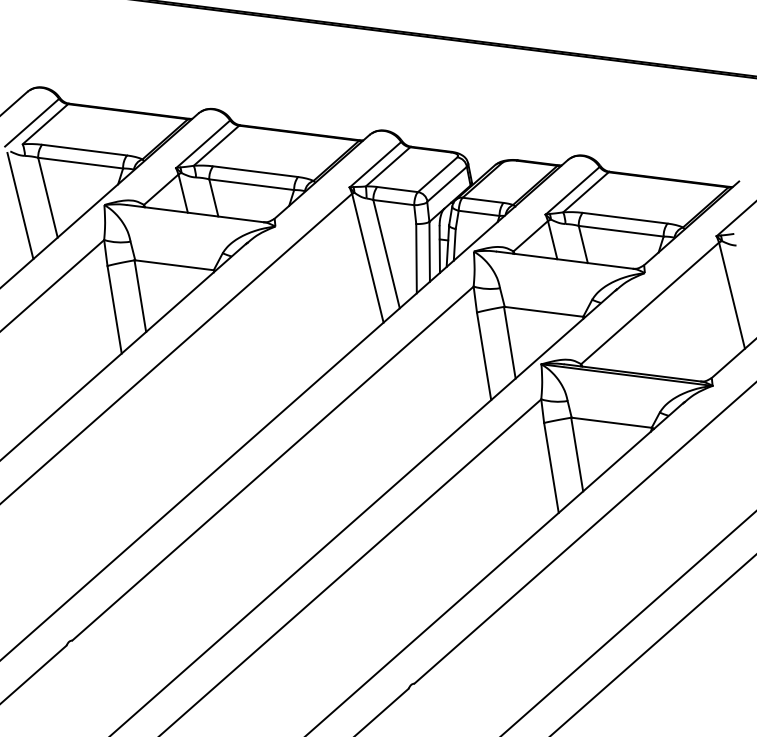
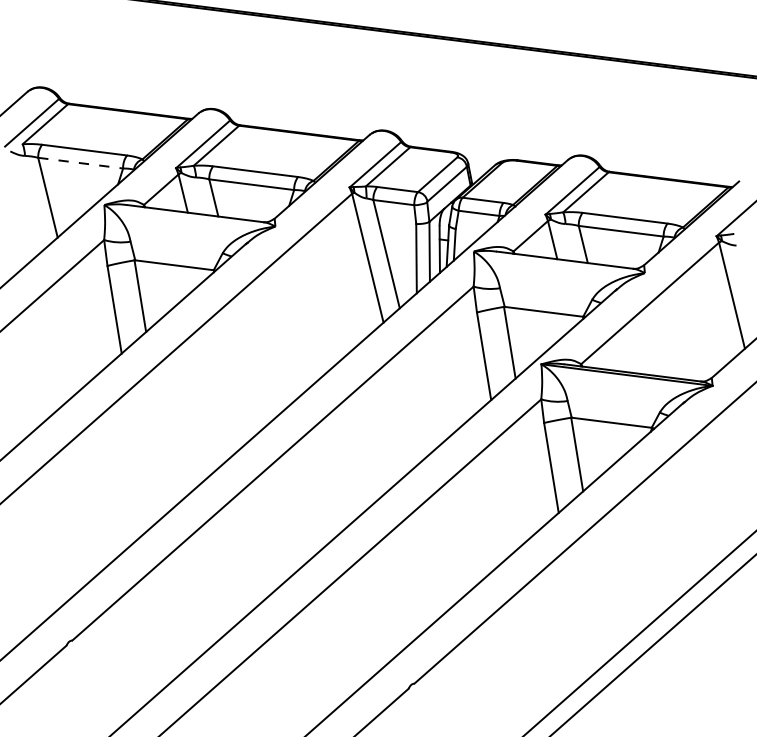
line at (80, 163): solid -> dashed
line at (20, 205): present -> none
line at (628, 623) position: (628, 623) -> (639, 633)
